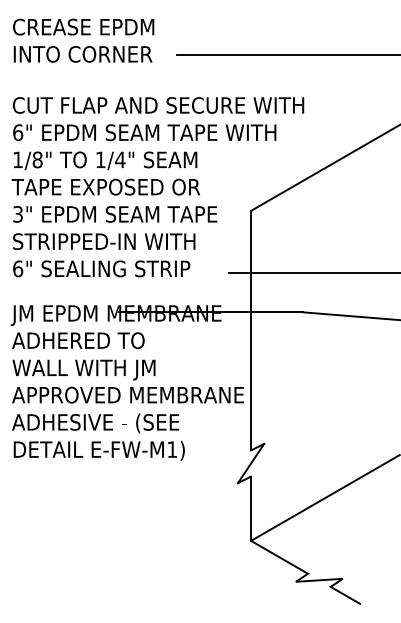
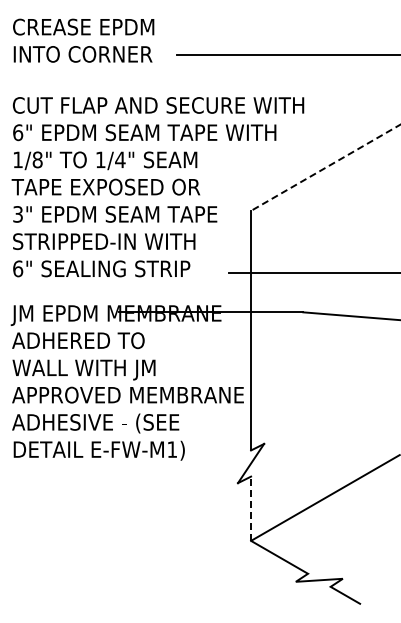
line at (325, 167): solid -> dashed
line at (251, 508): solid -> dashed
